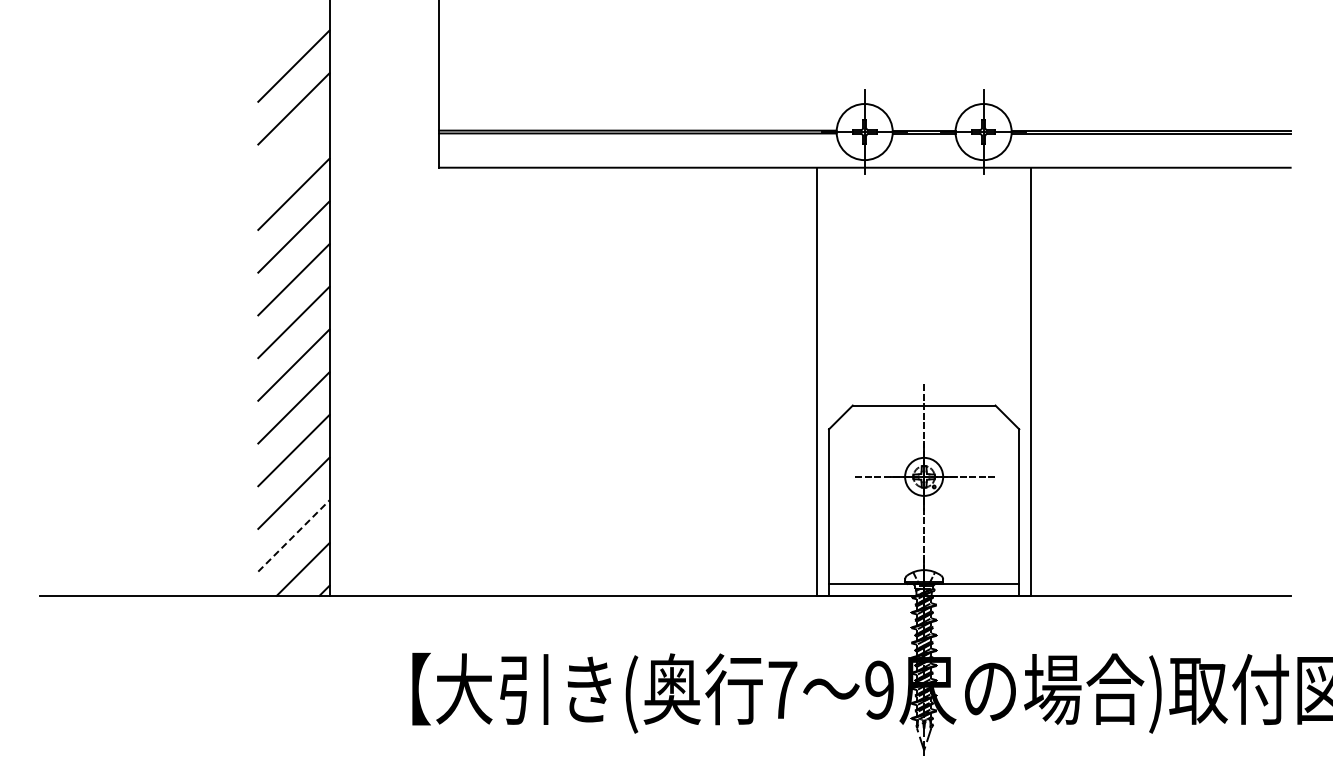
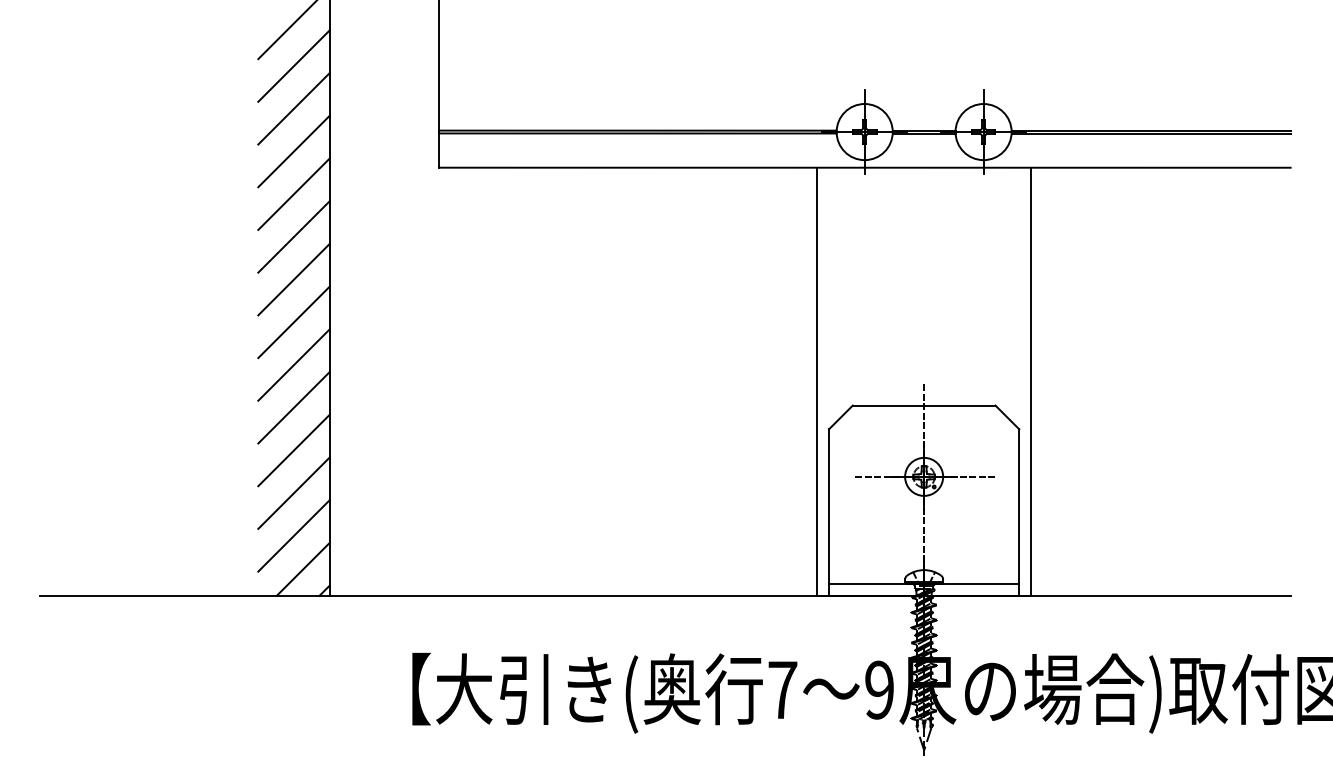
line at (286, 30): none -> present
line at (293, 151): none -> present
line at (294, 535): dashed -> solid
